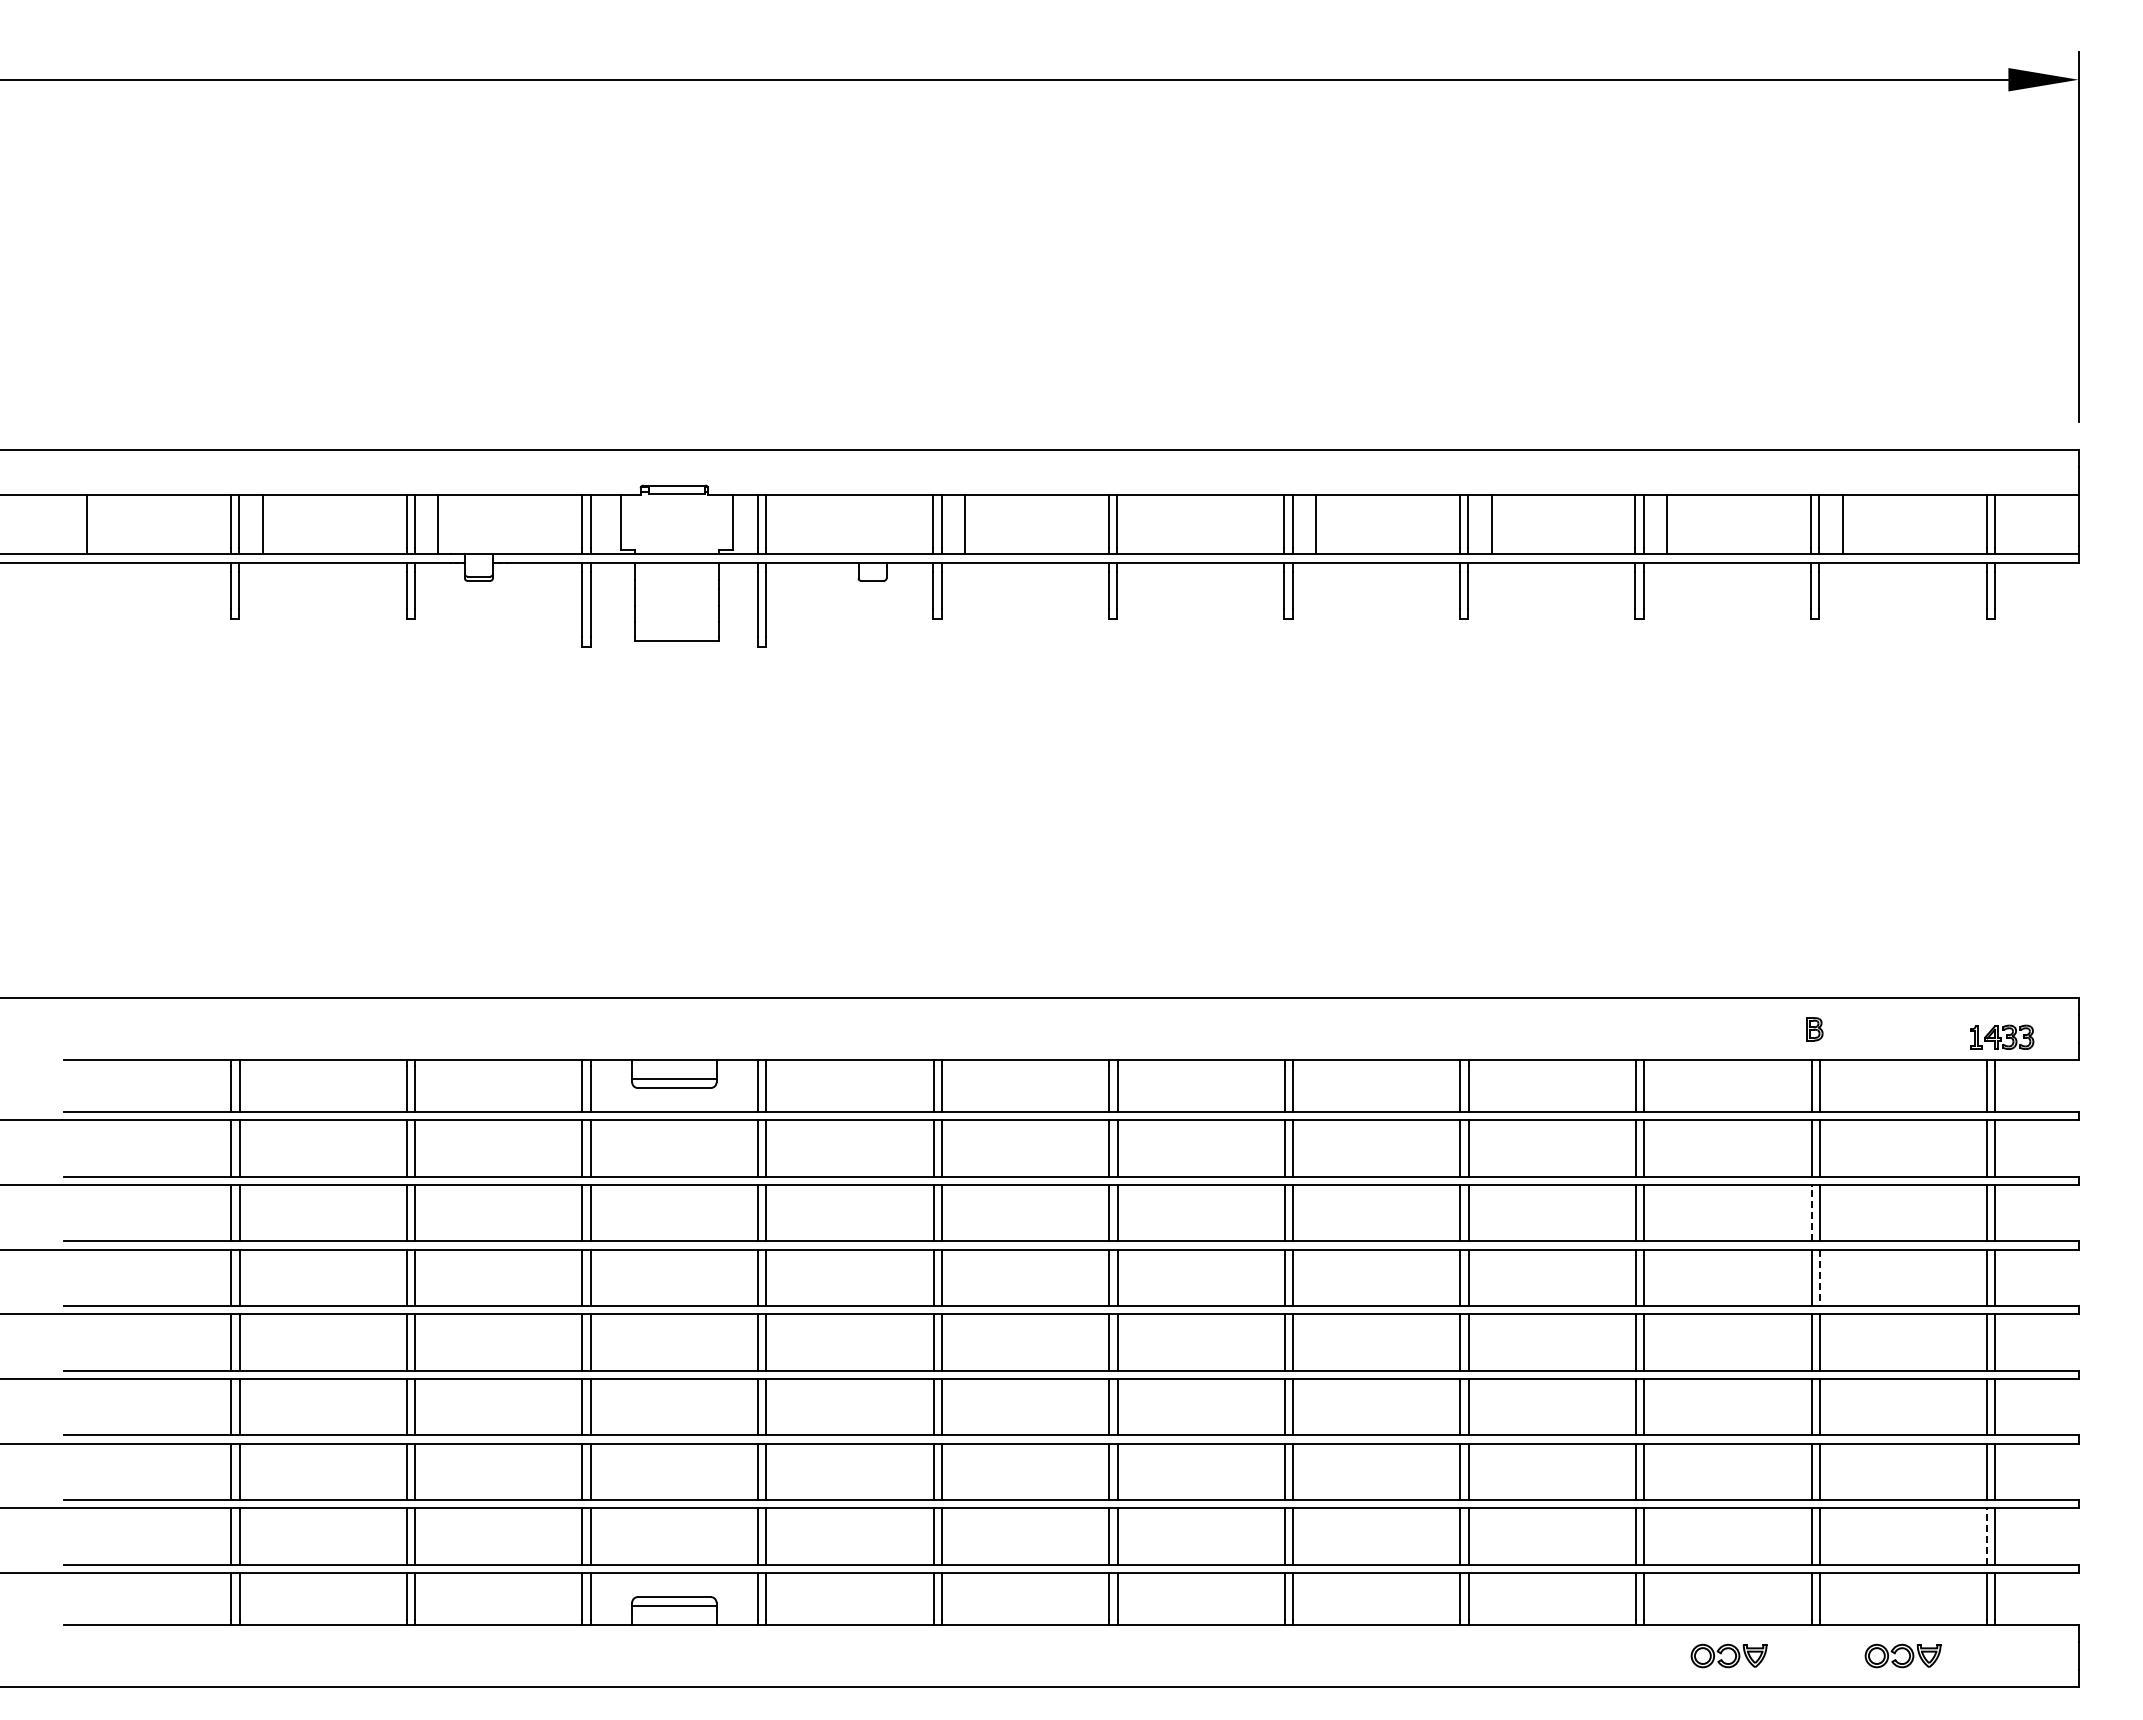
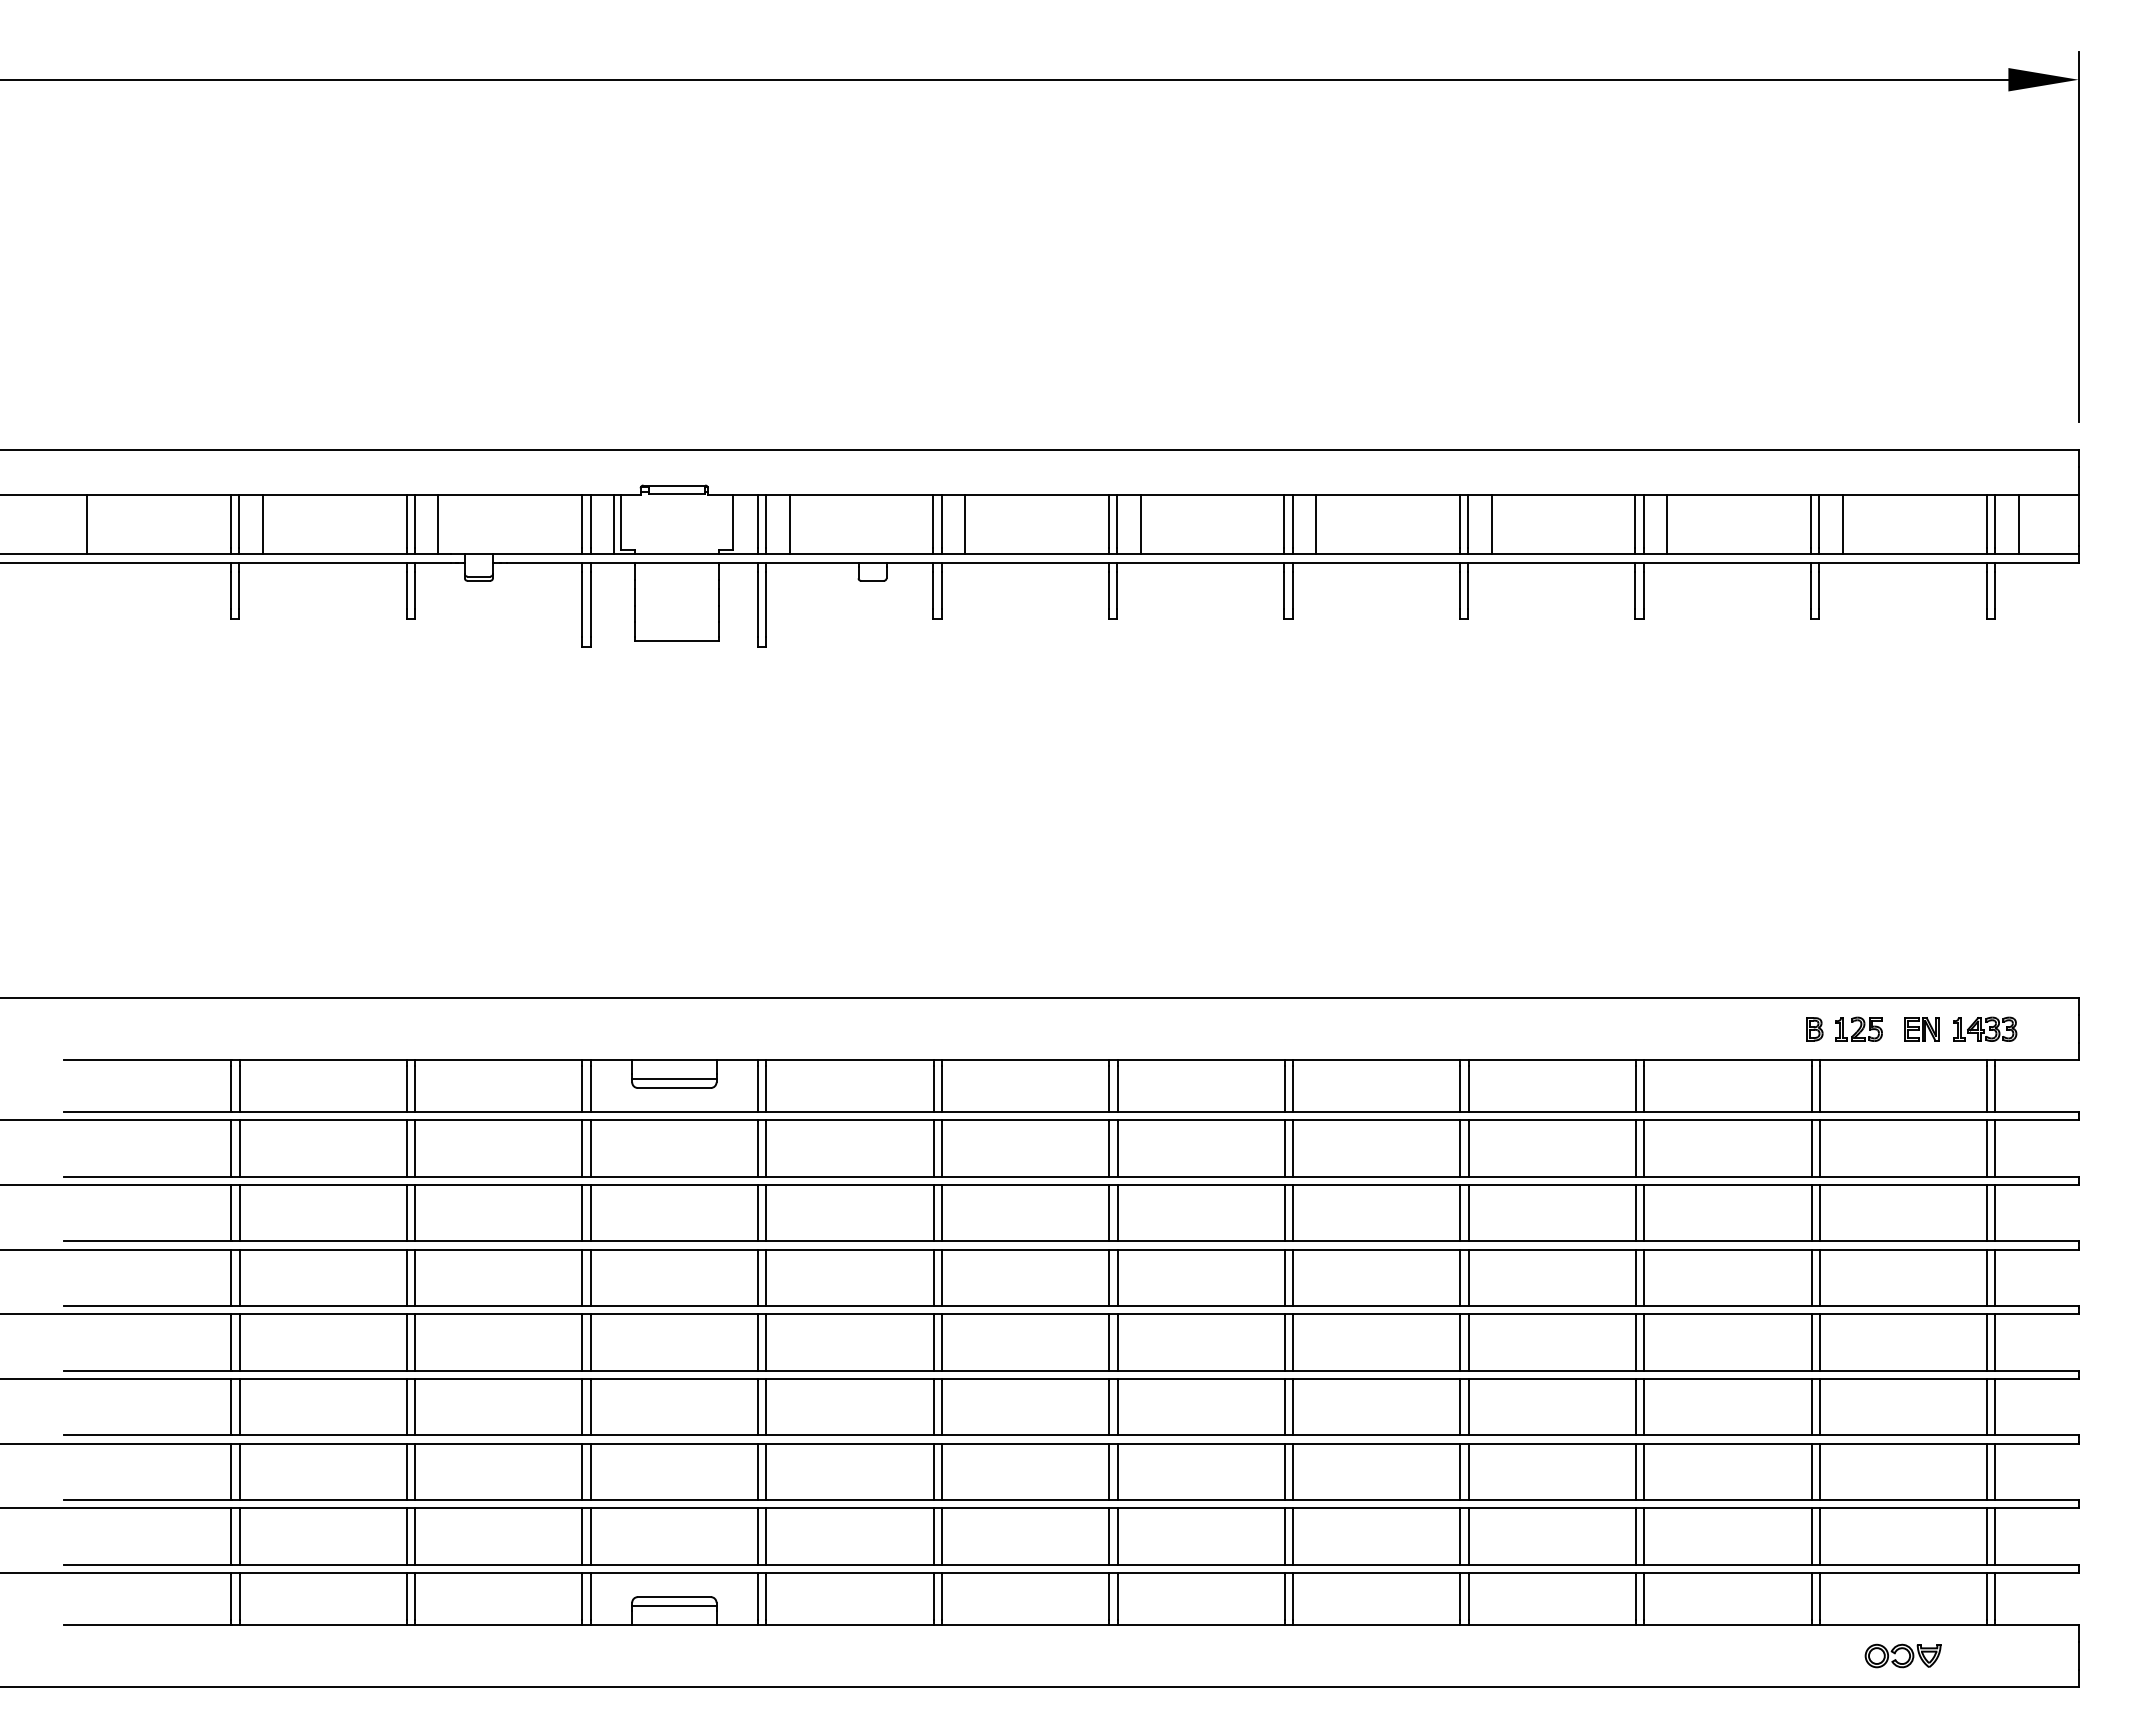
line at (614, 524): none -> present
line at (789, 524): none -> present
line at (1140, 524): none -> present
line at (2018, 524): none -> present
part at (1858, 1028): none -> present
part at (1921, 1029): none -> present
part at (2002, 1036) position: (2002, 1036) -> (1985, 1028)
line at (1811, 1213): dashed -> solid
line at (1819, 1278): dashed -> solid
line at (1986, 1536): dashed -> solid
part at (1728, 1655): present -> none
